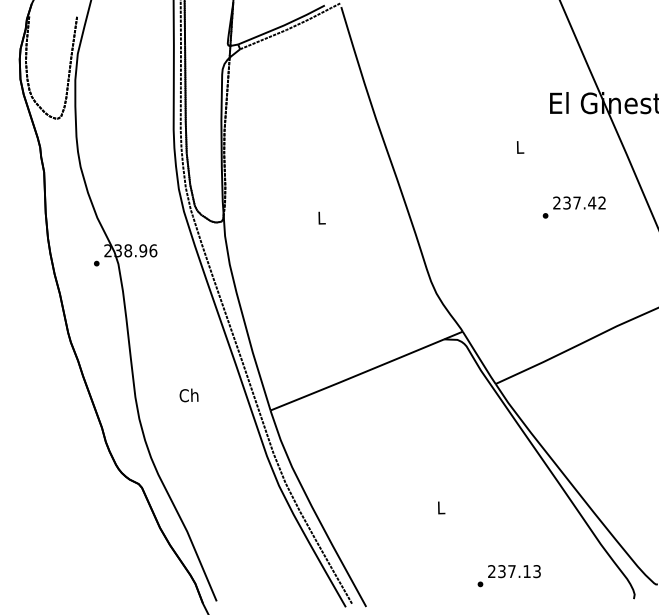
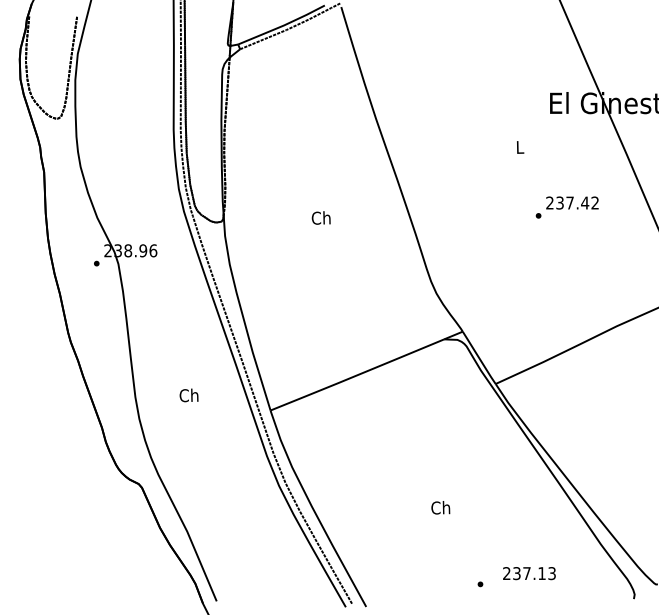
text at (573, 207) position: (573, 207) -> (566, 207)
text at (320, 217): L -> Ch
text at (440, 507): L -> Ch
text at (514, 571) position: (514, 571) -> (529, 573)
